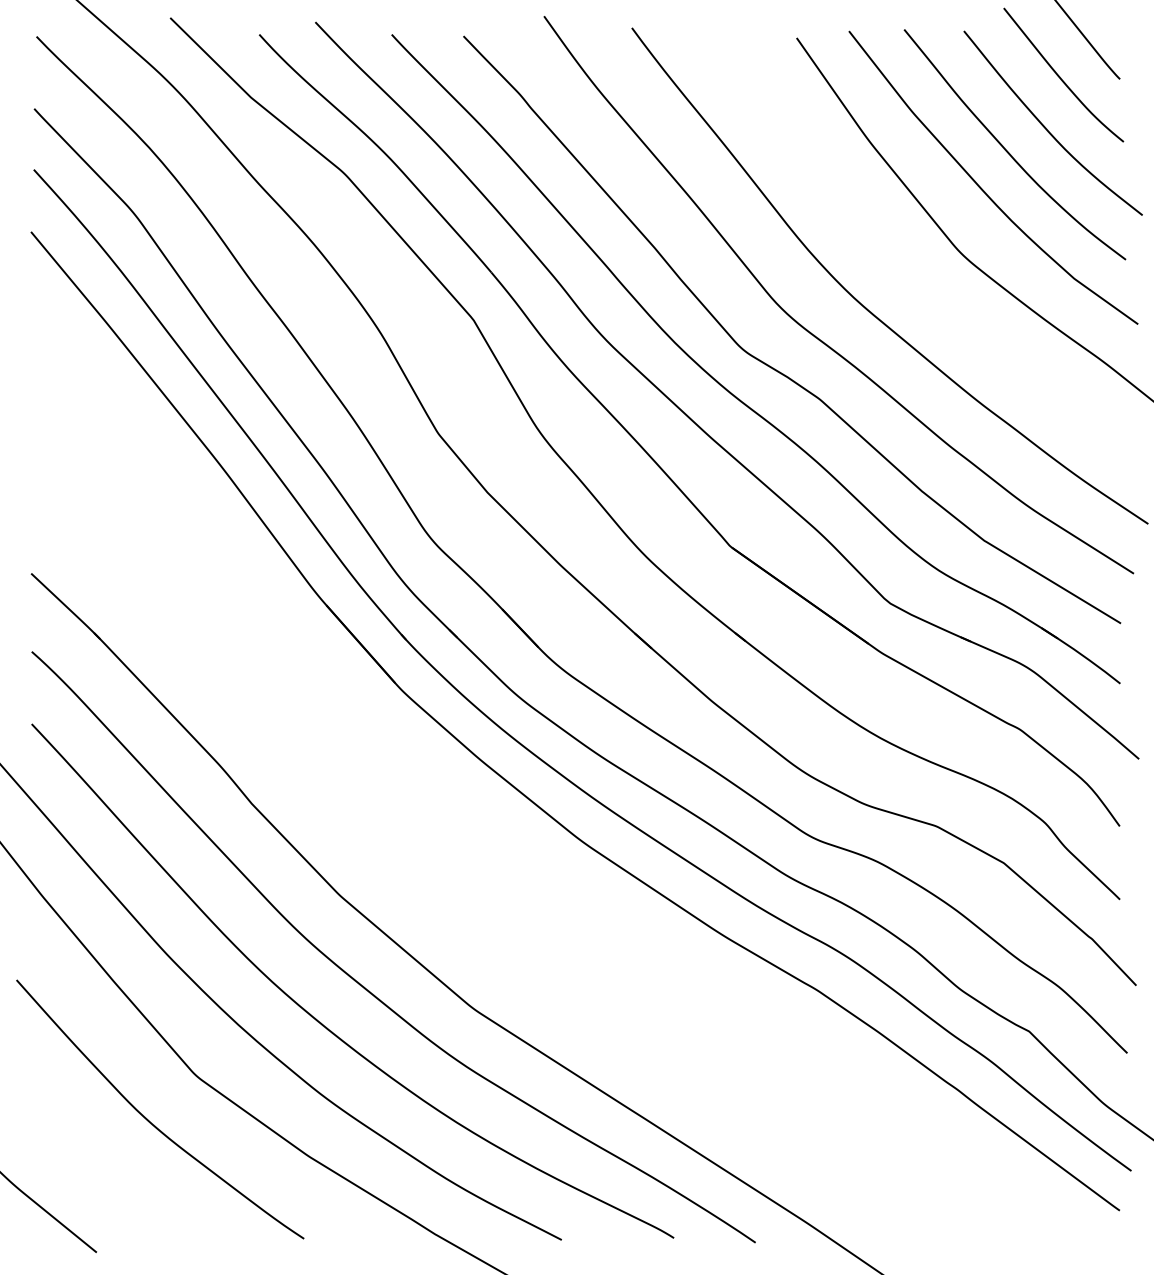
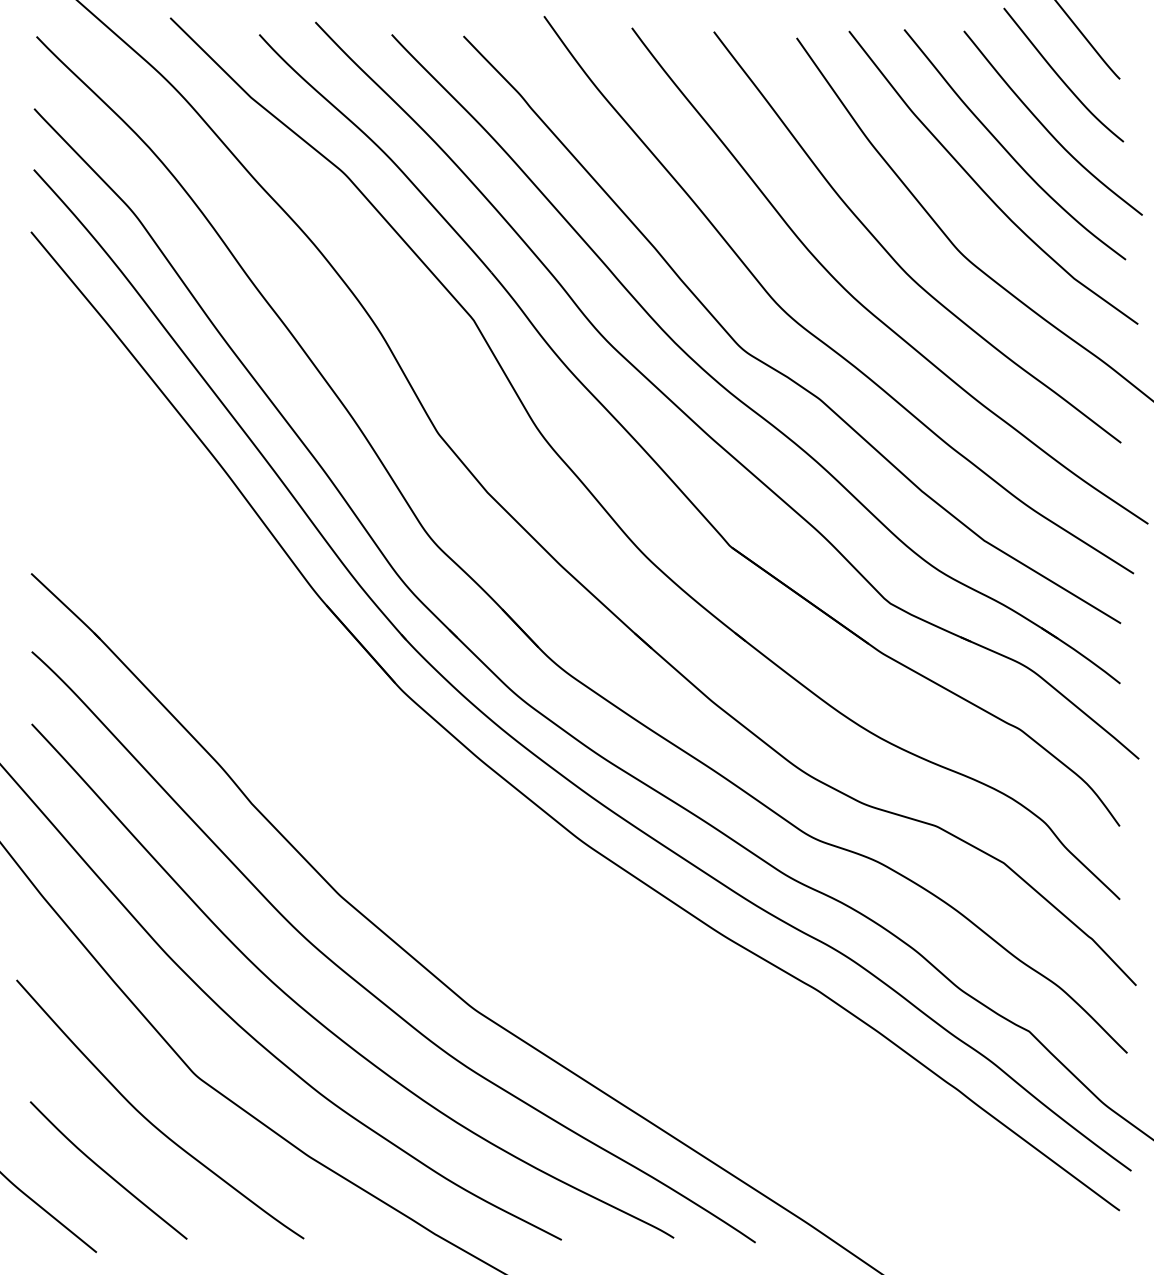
curve at (894, 258): none -> present
curve at (106, 1171): none -> present
